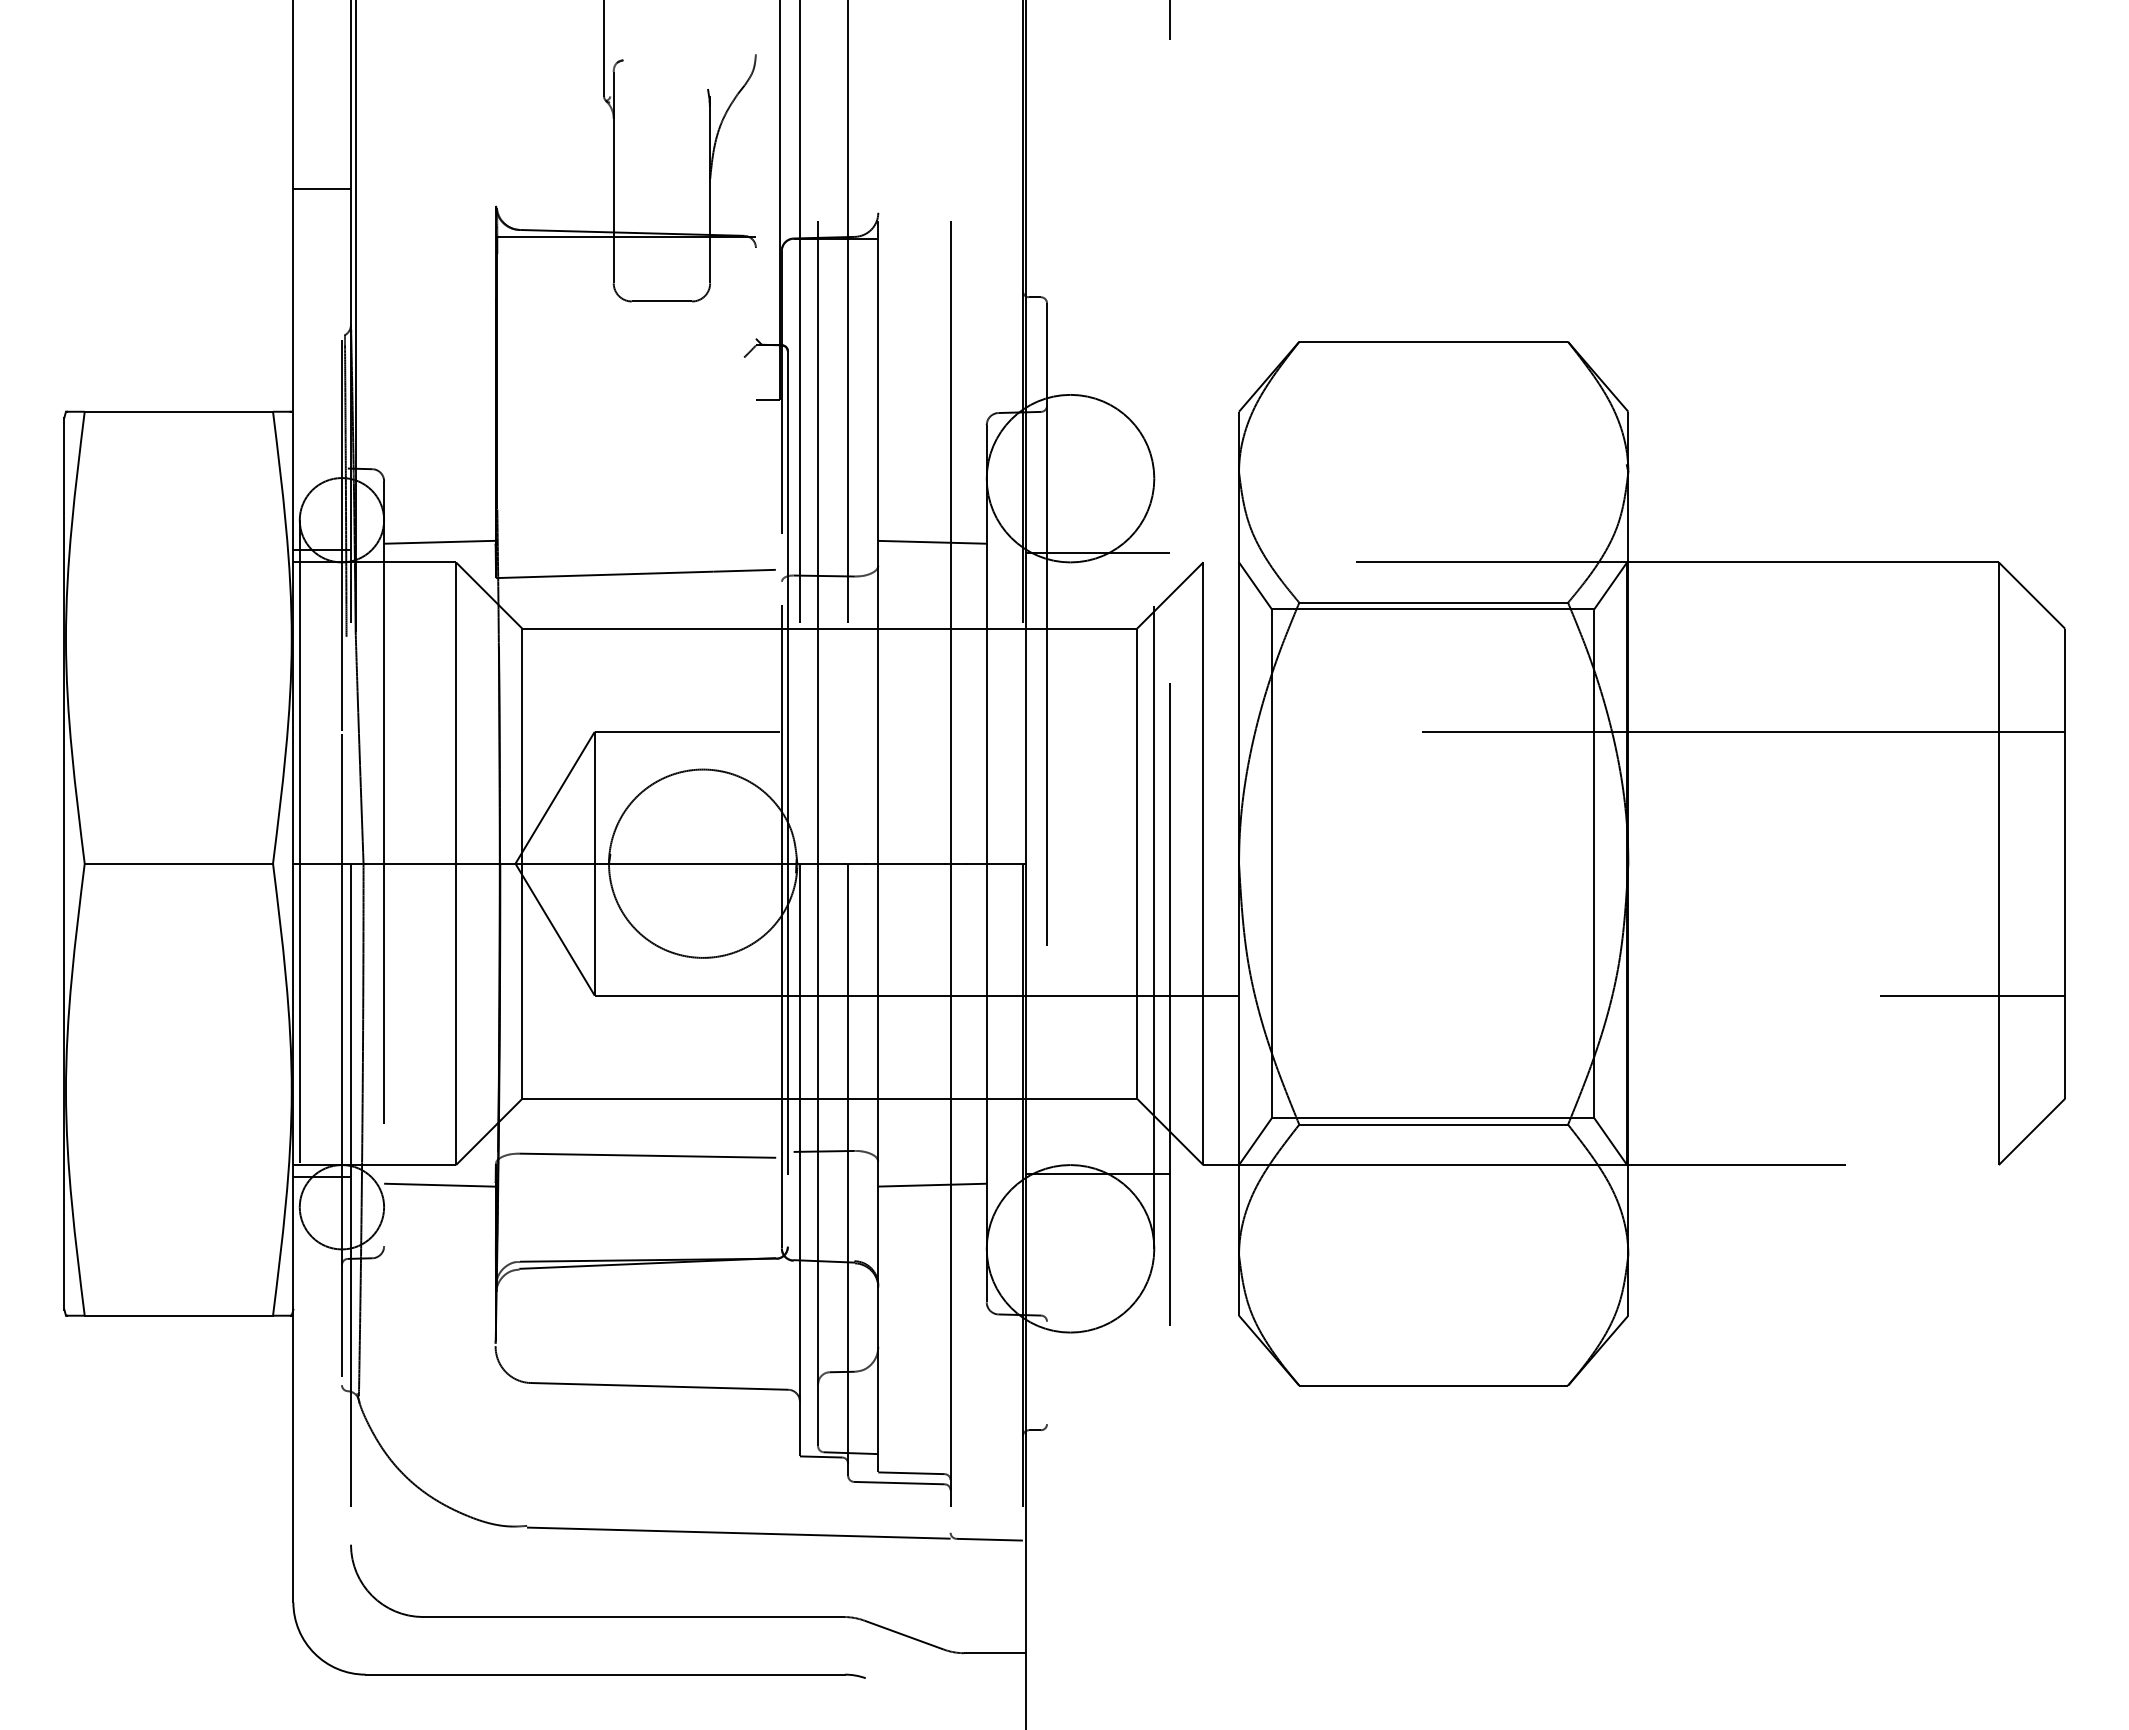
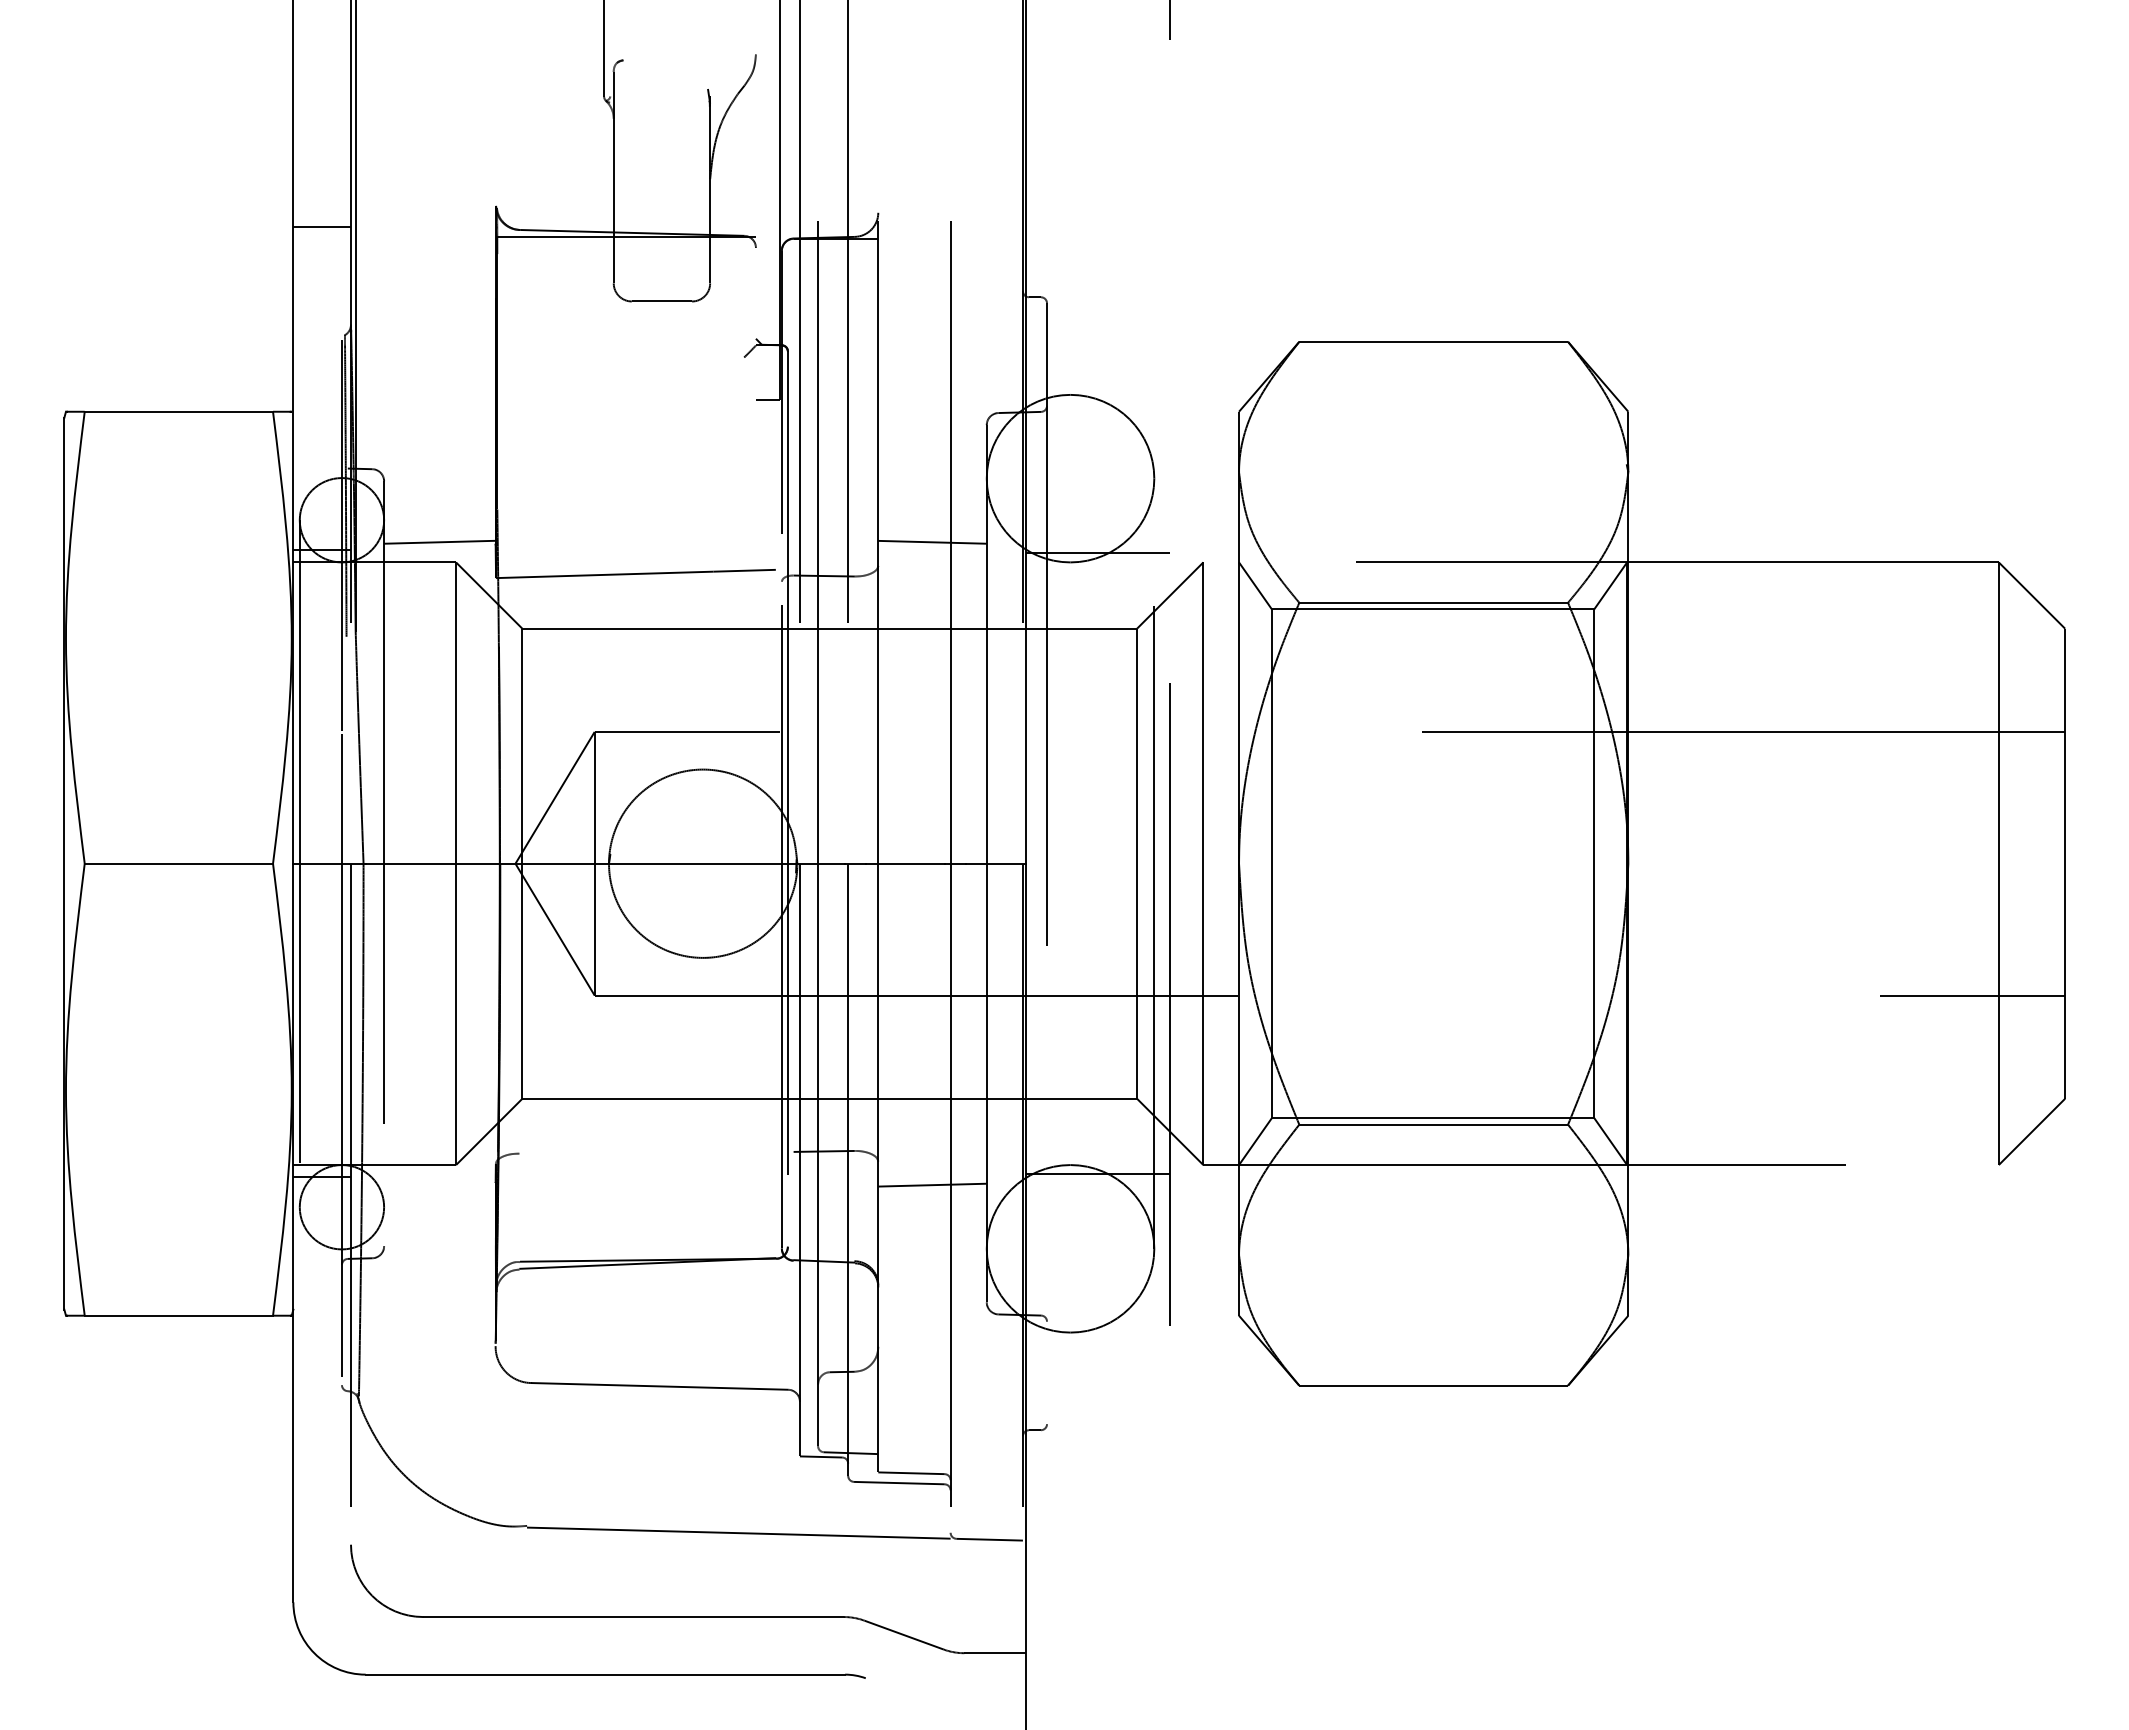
line at (321, 188) position: (321, 188) -> (321, 226)
line at (647, 1155): present -> none
line at (439, 1184): present -> none
